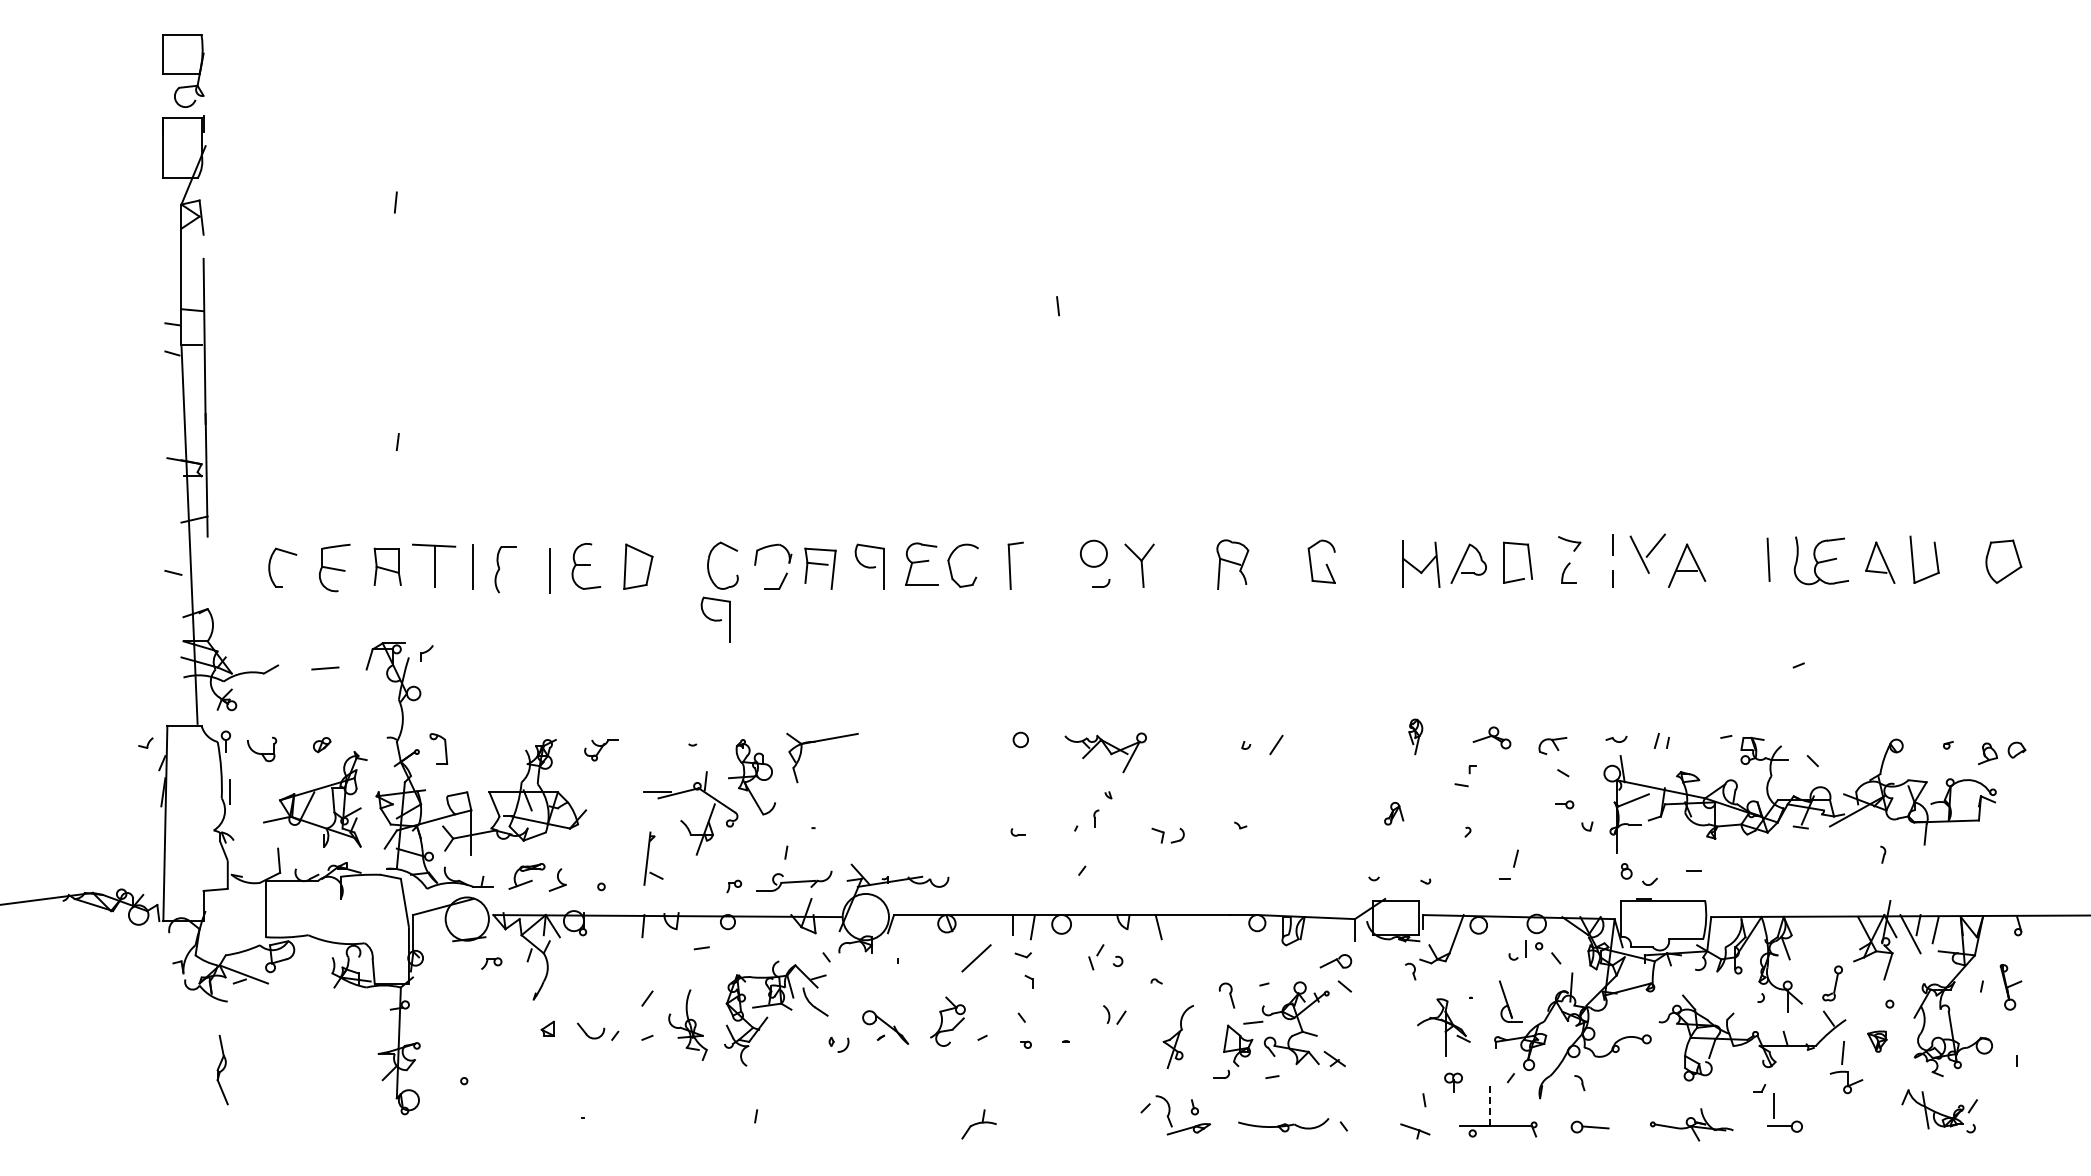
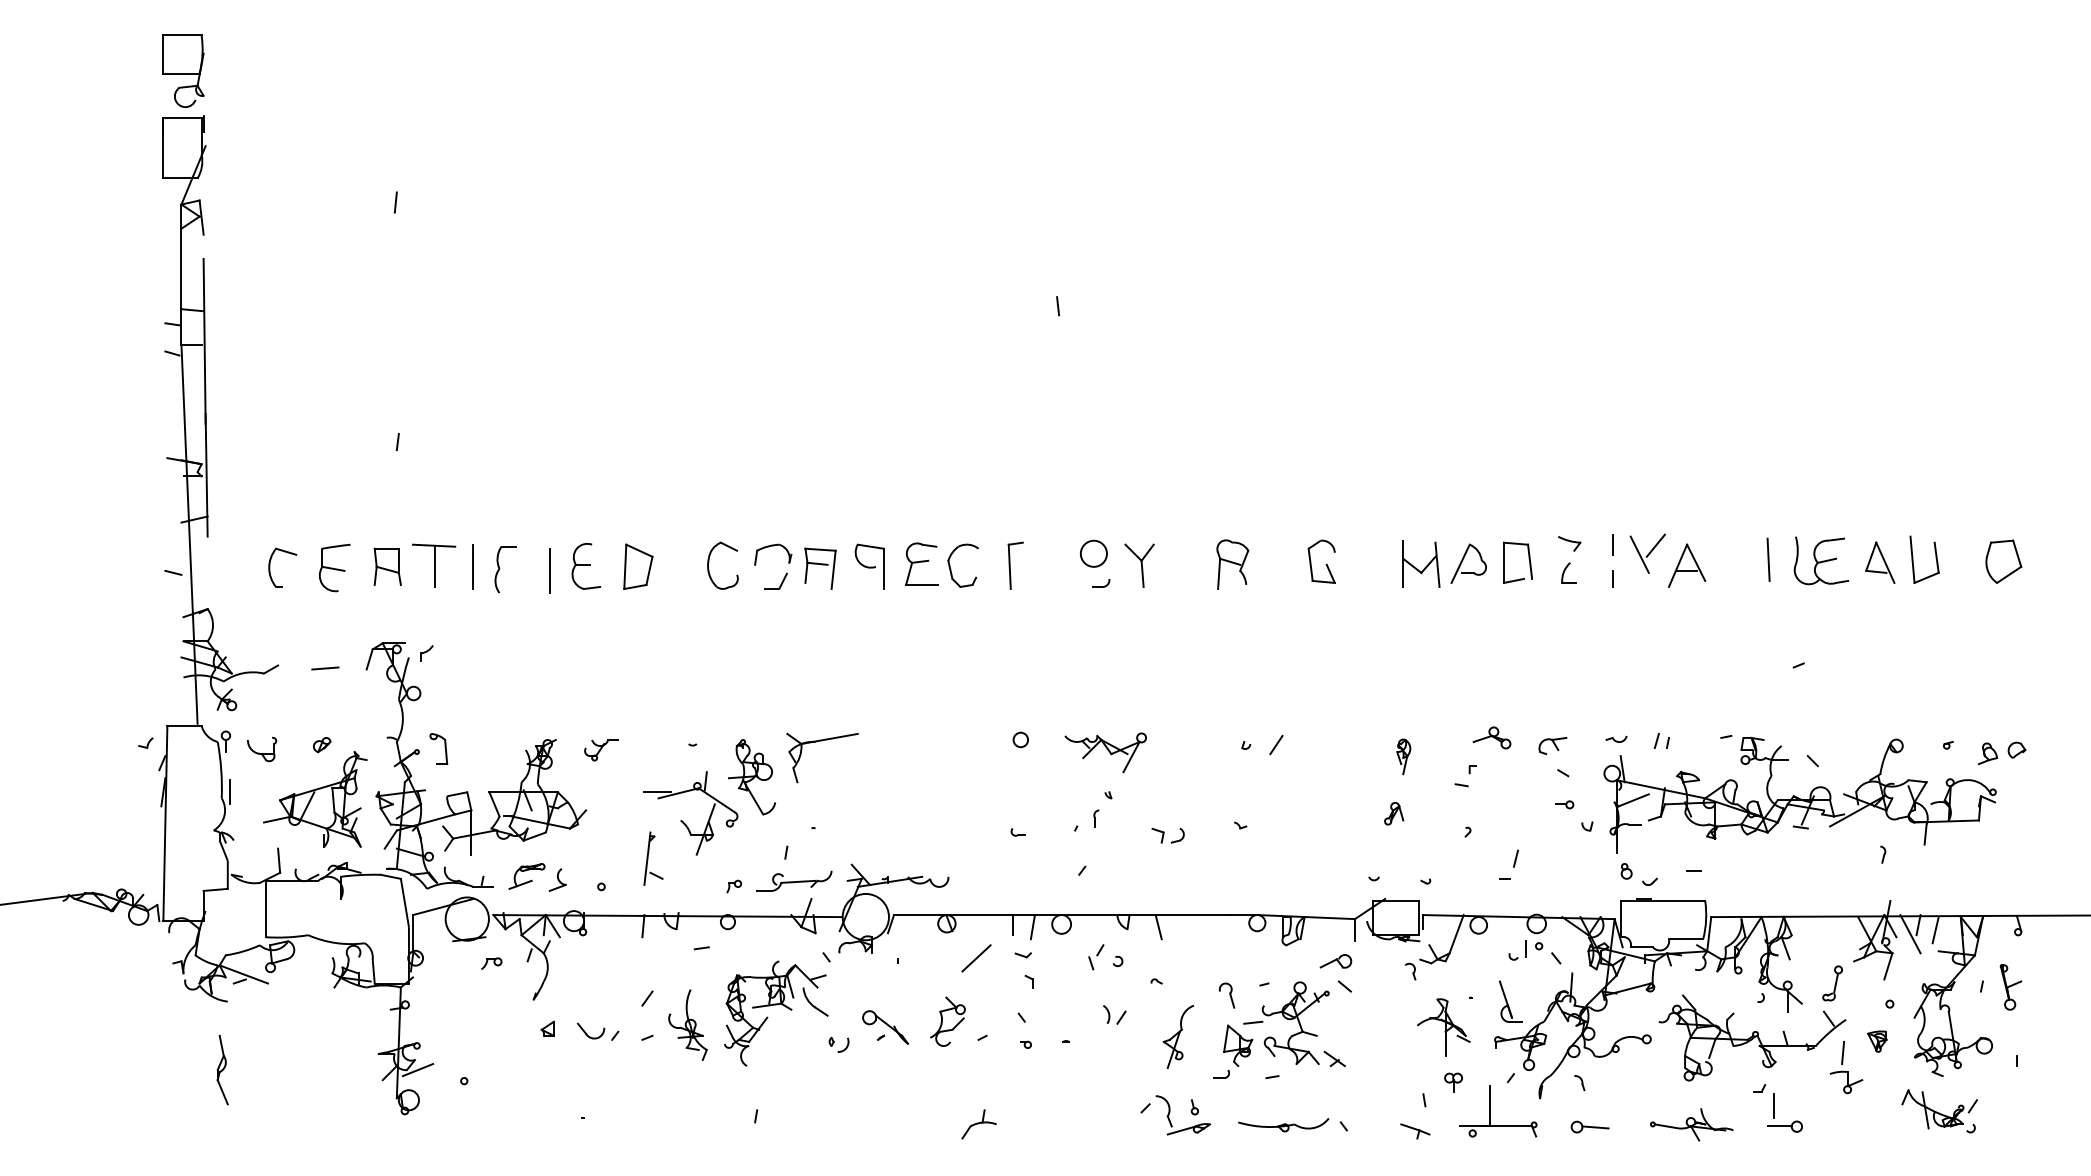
part at (715, 619): present -> none
part at (1415, 736) position: (1415, 736) -> (1403, 756)
line at (417, 1070): none -> present
line at (1489, 1106): dashed -> solid
